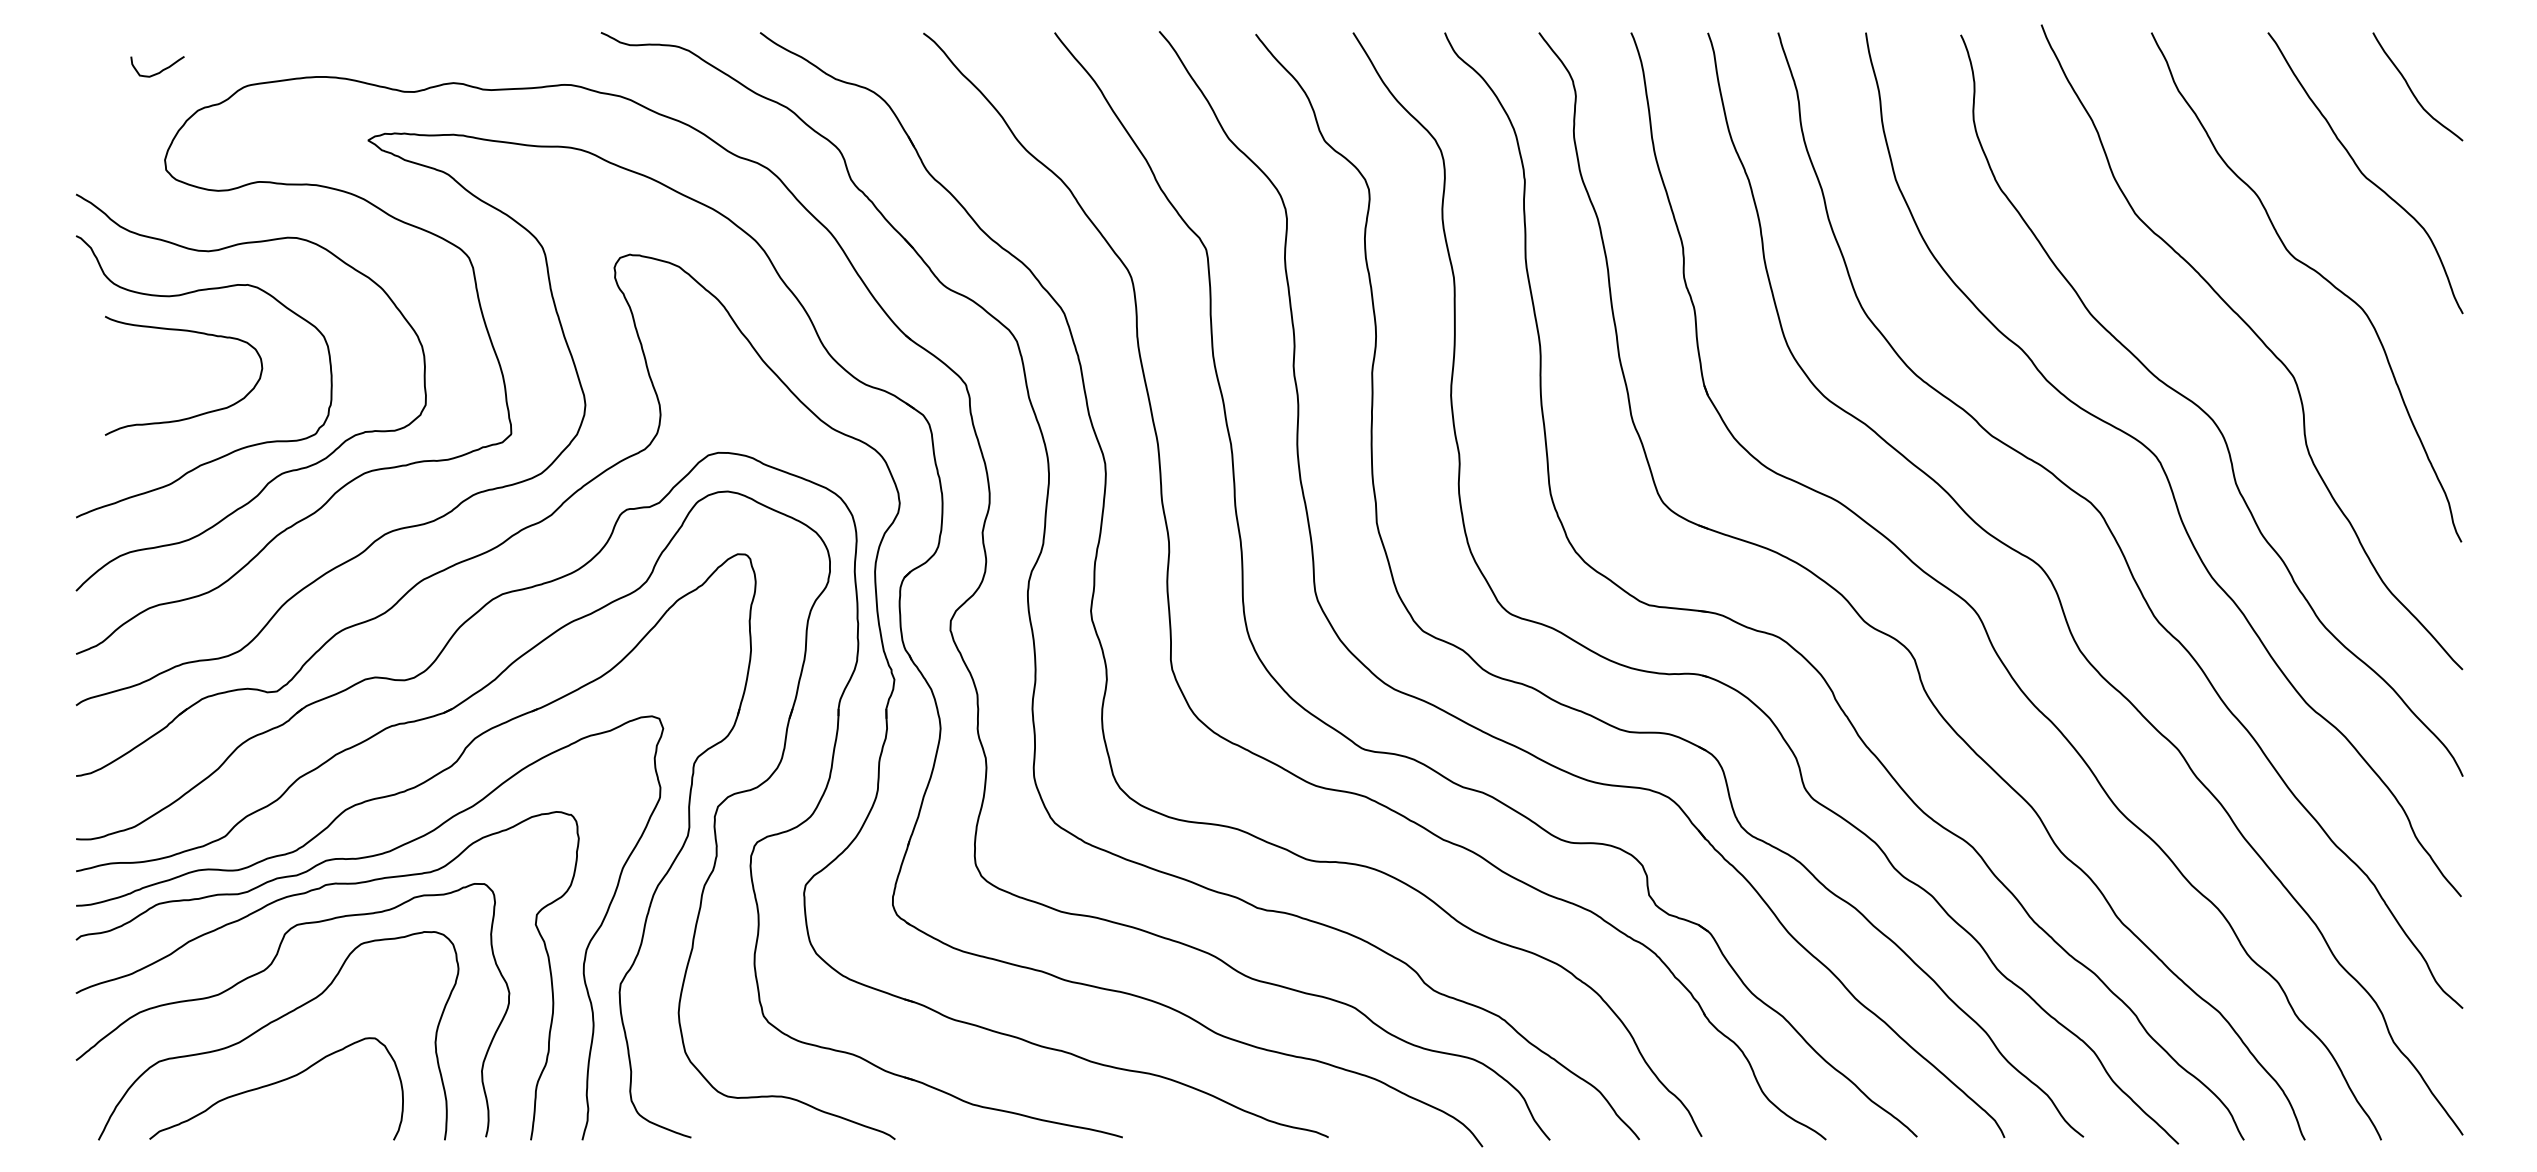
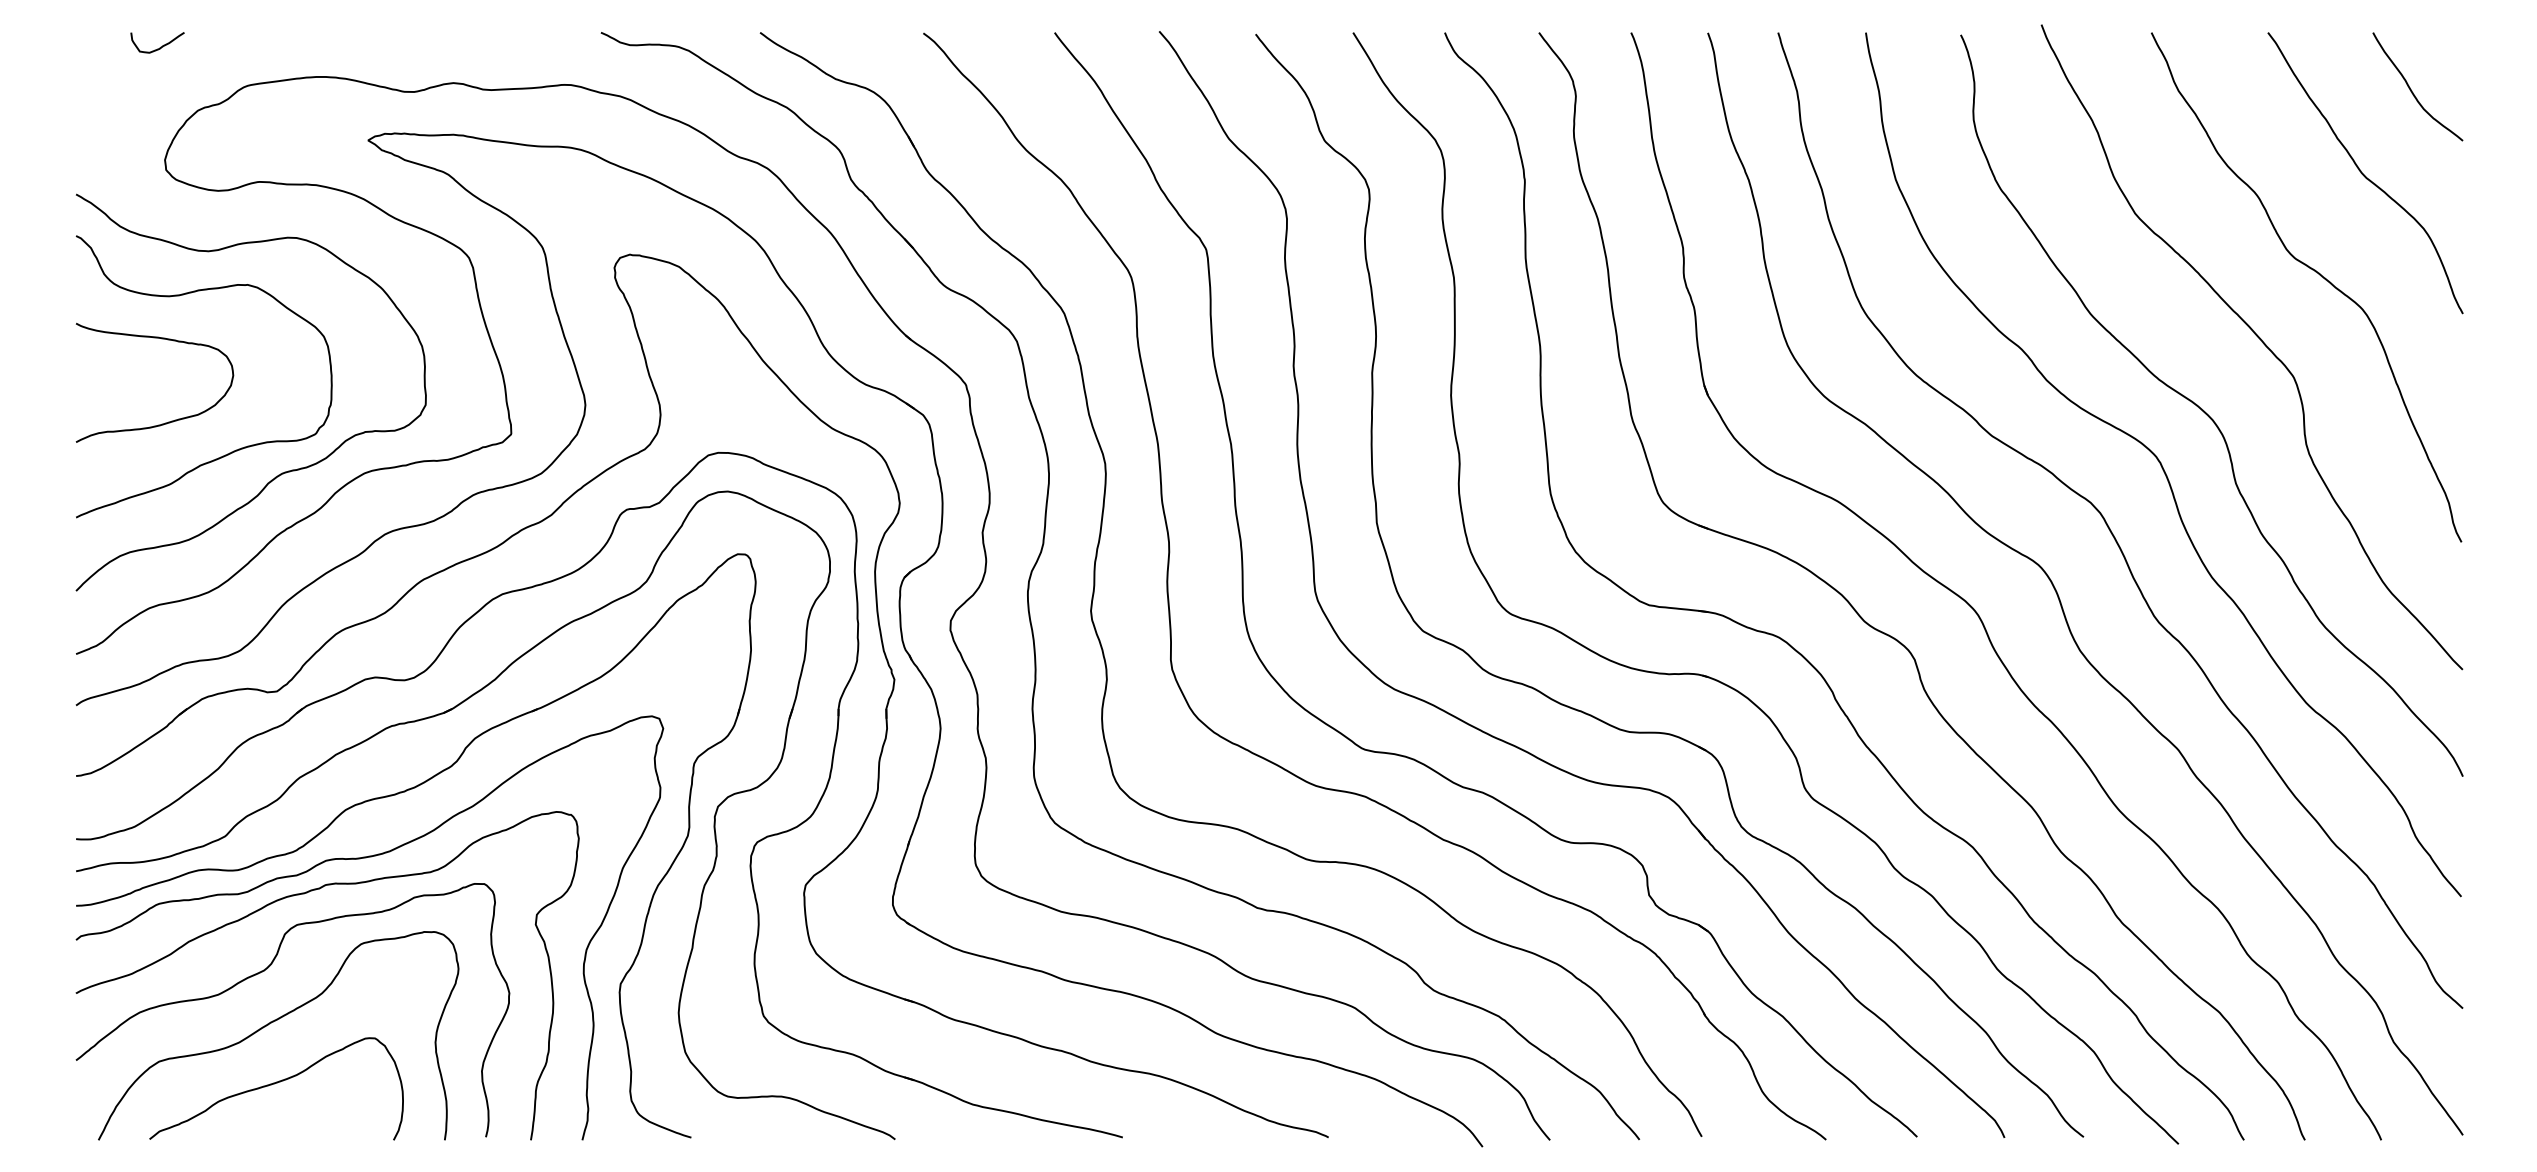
curve at (160, 70) position: (160, 70) -> (160, 46)
curve at (197, 414) position: (197, 414) -> (168, 421)
